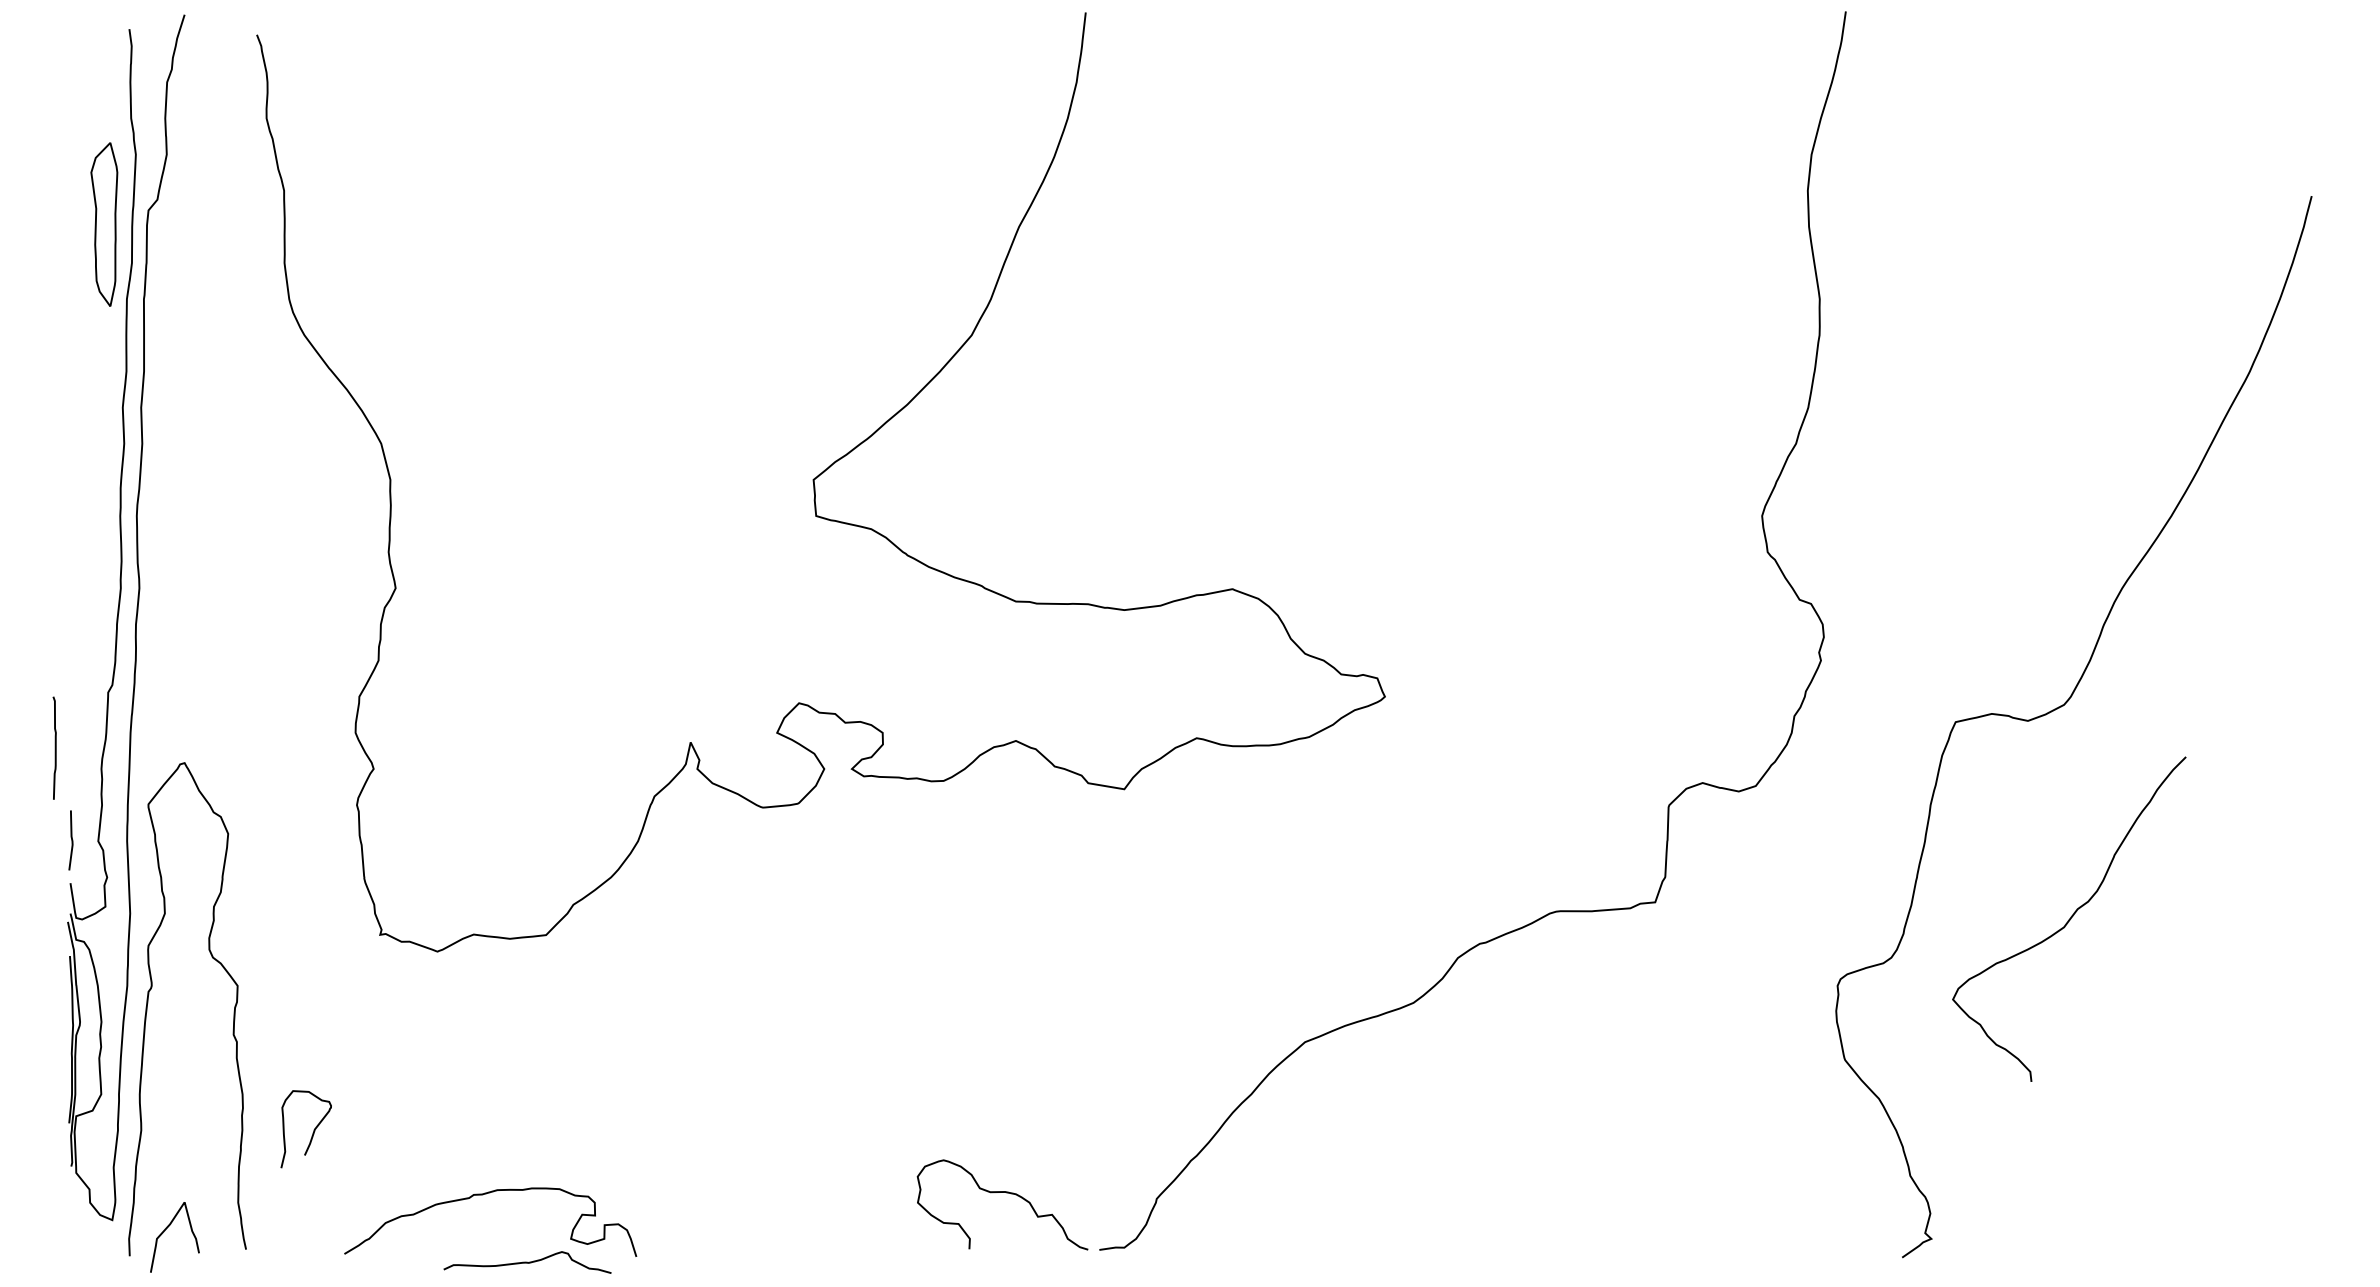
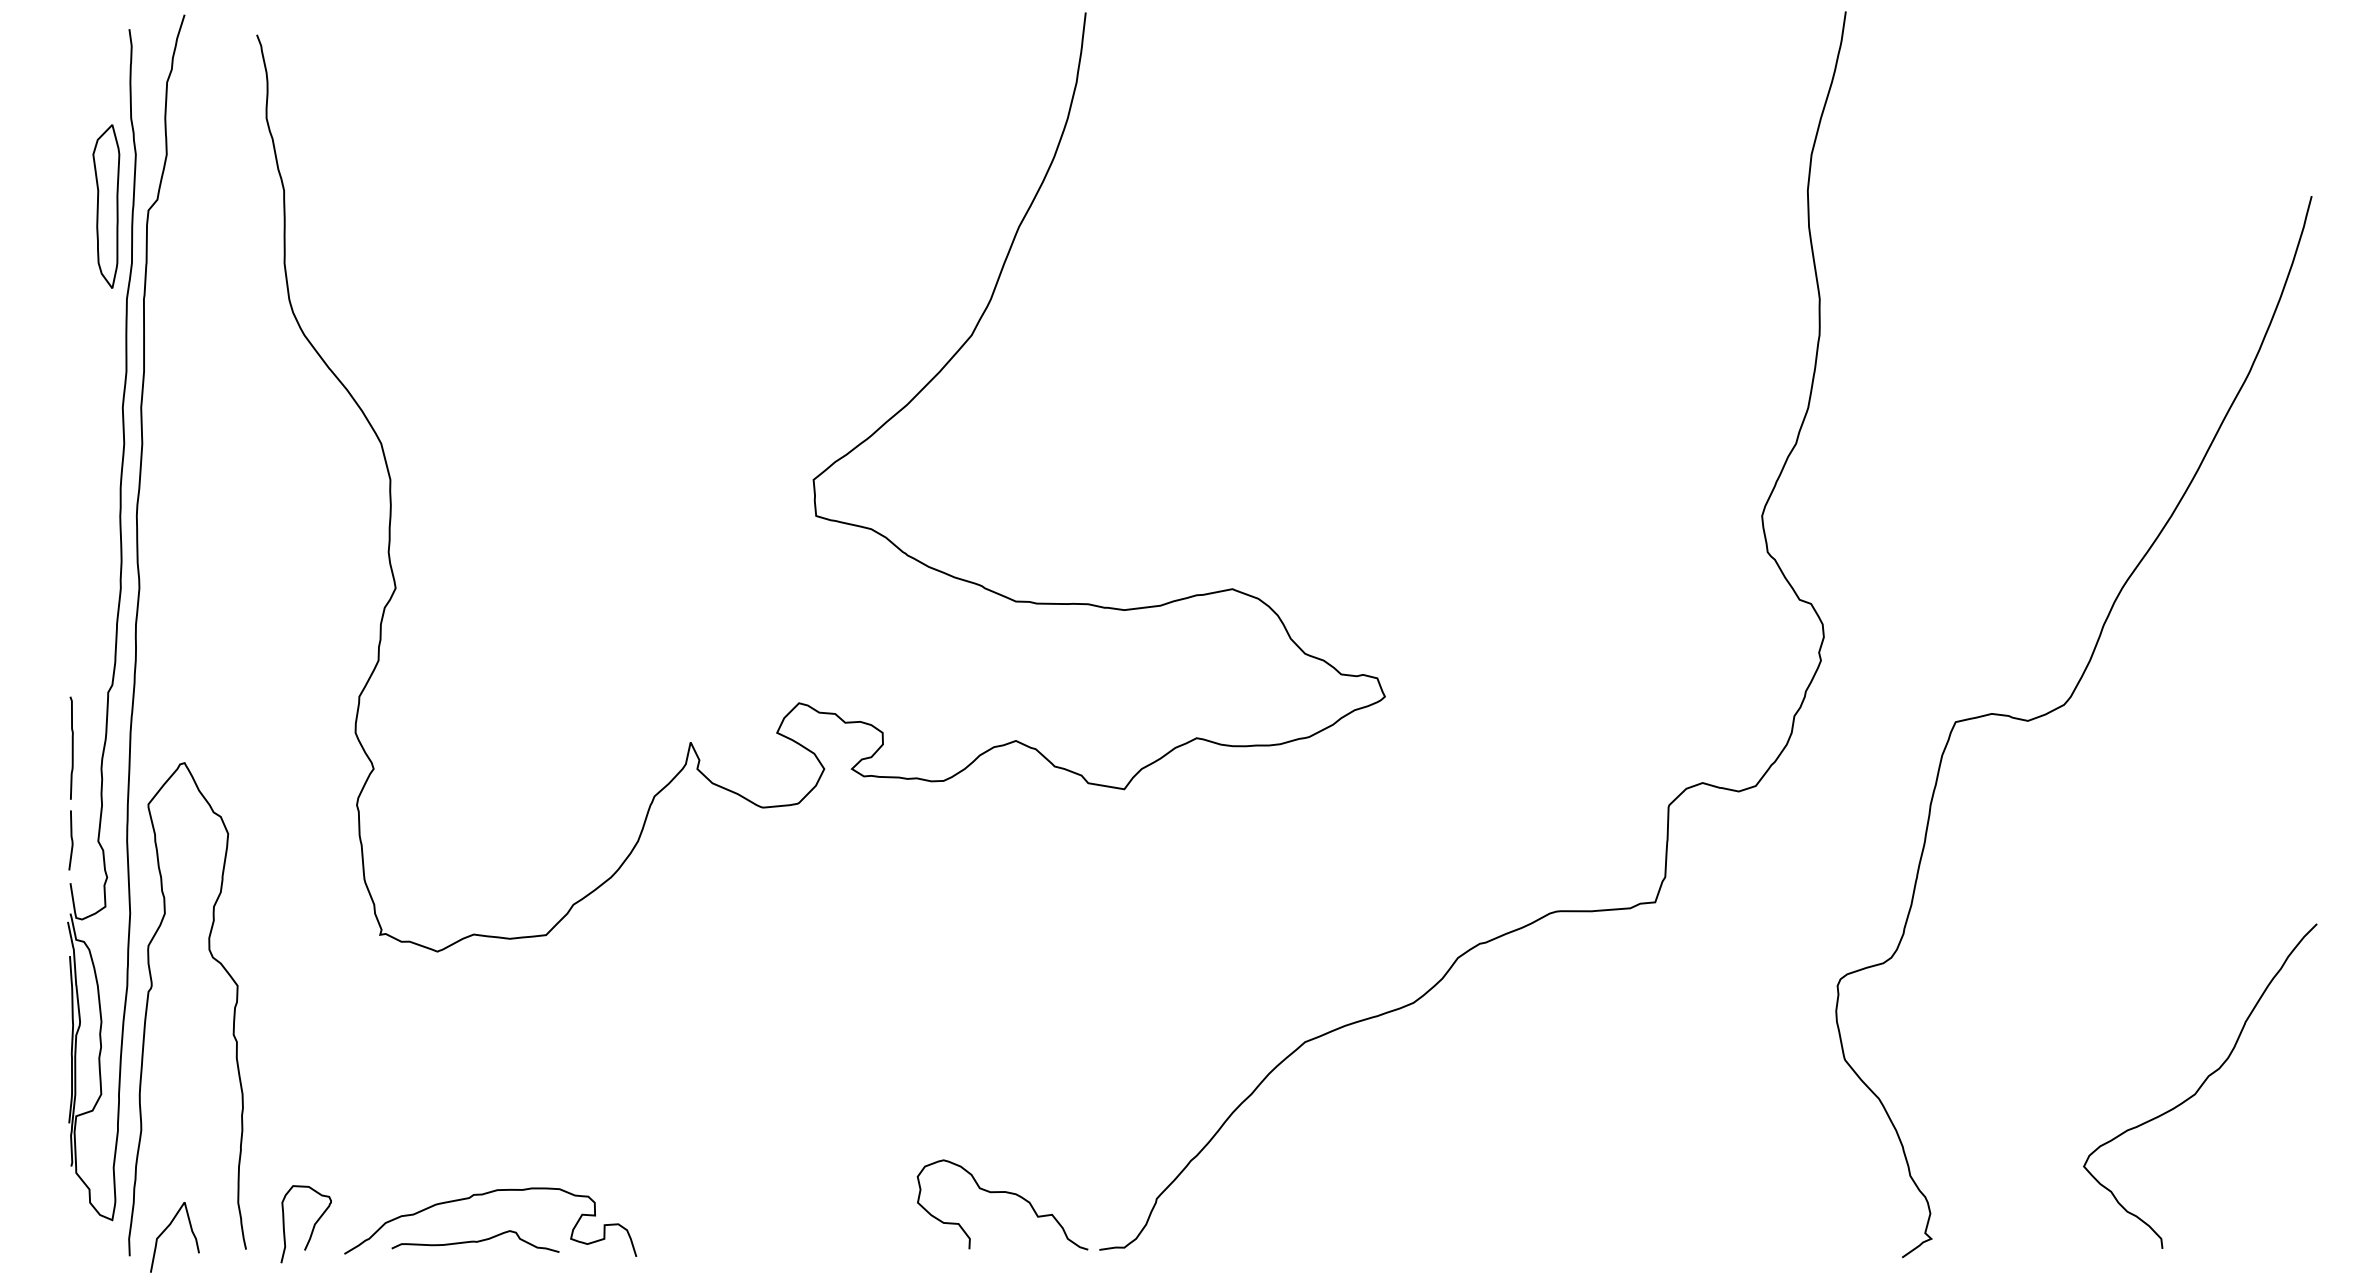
part at (104, 224) position: (104, 224) -> (106, 206)
curve at (54, 747) position: (54, 747) -> (71, 747)
curve at (2069, 918) position: (2069, 918) -> (2200, 1085)
curve at (312, 1132) position: (312, 1132) -> (312, 1227)
curve at (527, 1262) position: (527, 1262) -> (475, 1241)
